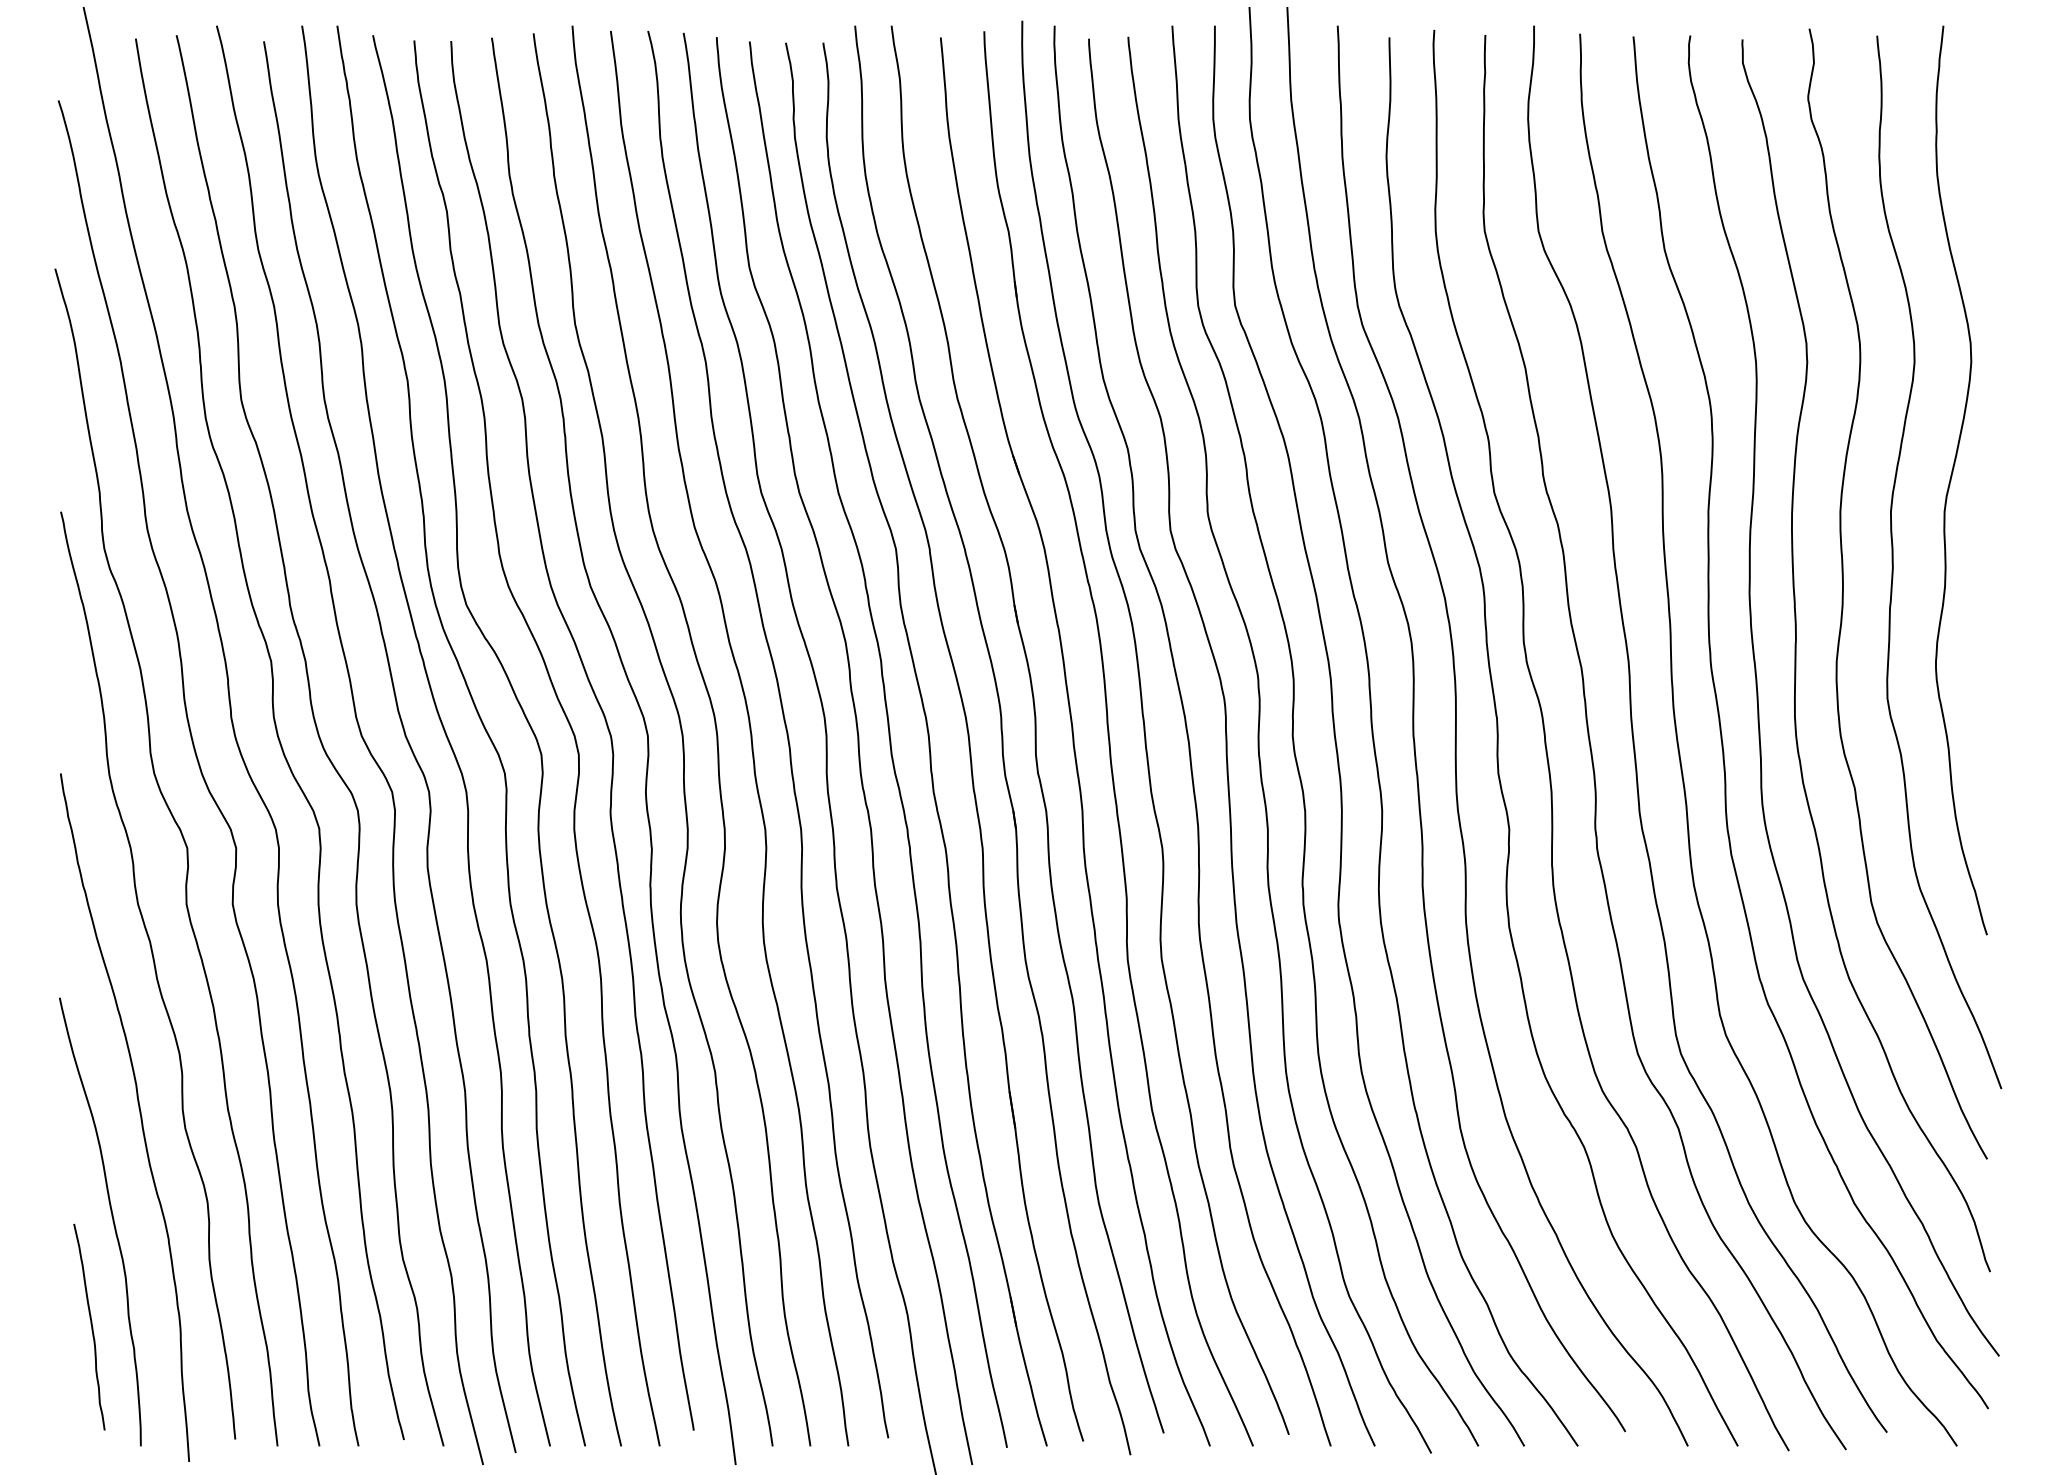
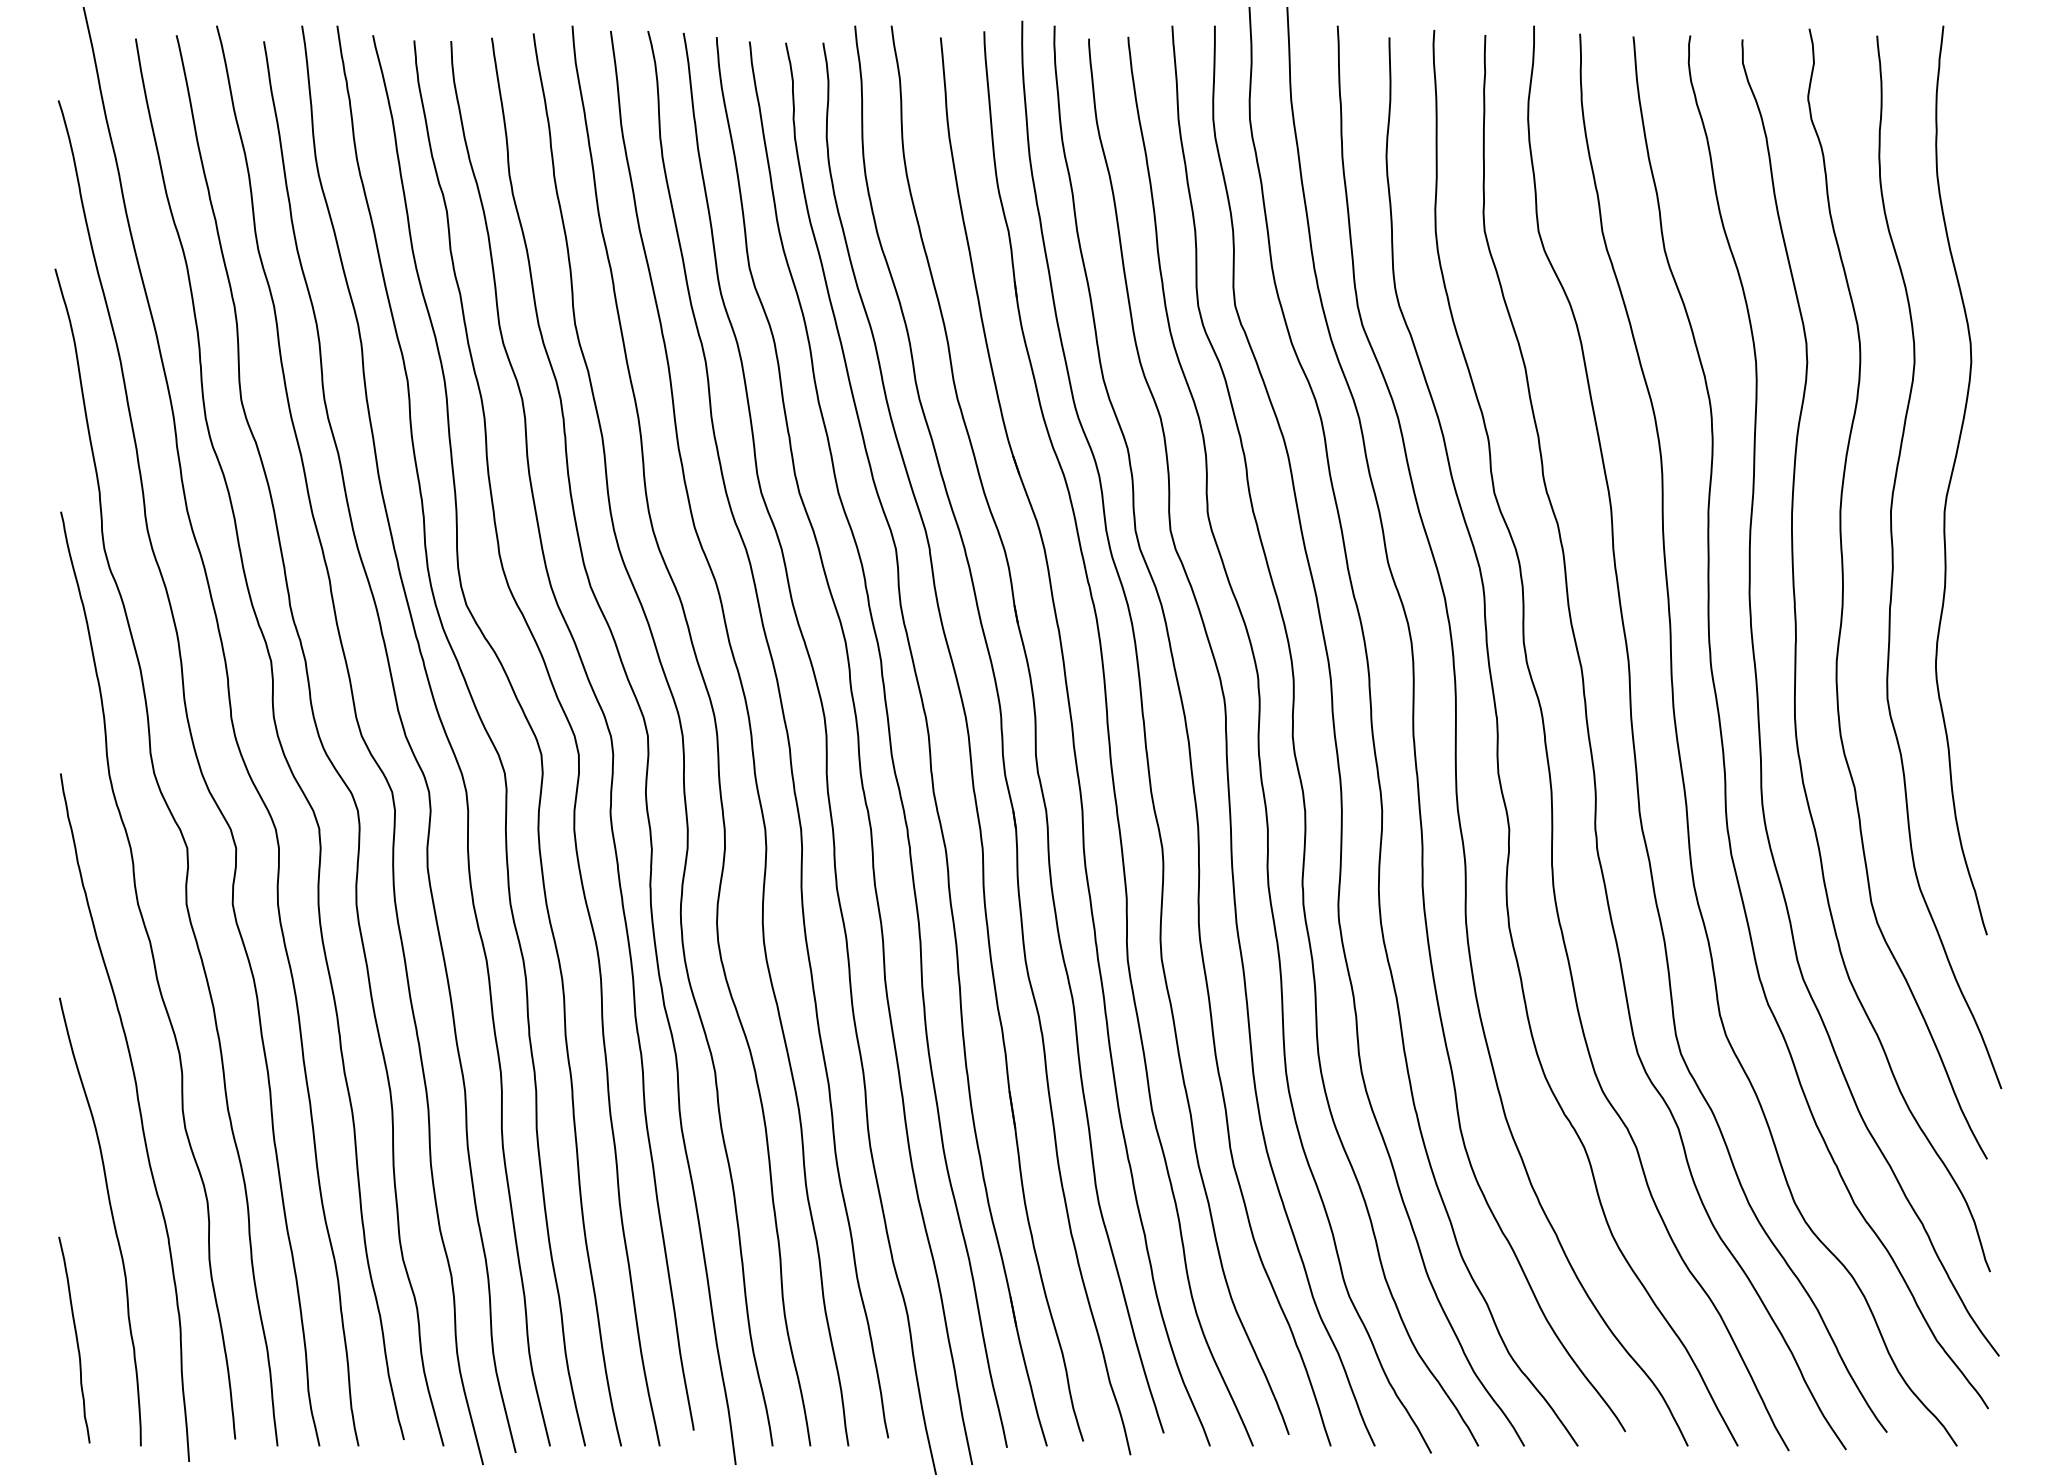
curve at (91, 1326) position: (91, 1326) -> (76, 1339)
